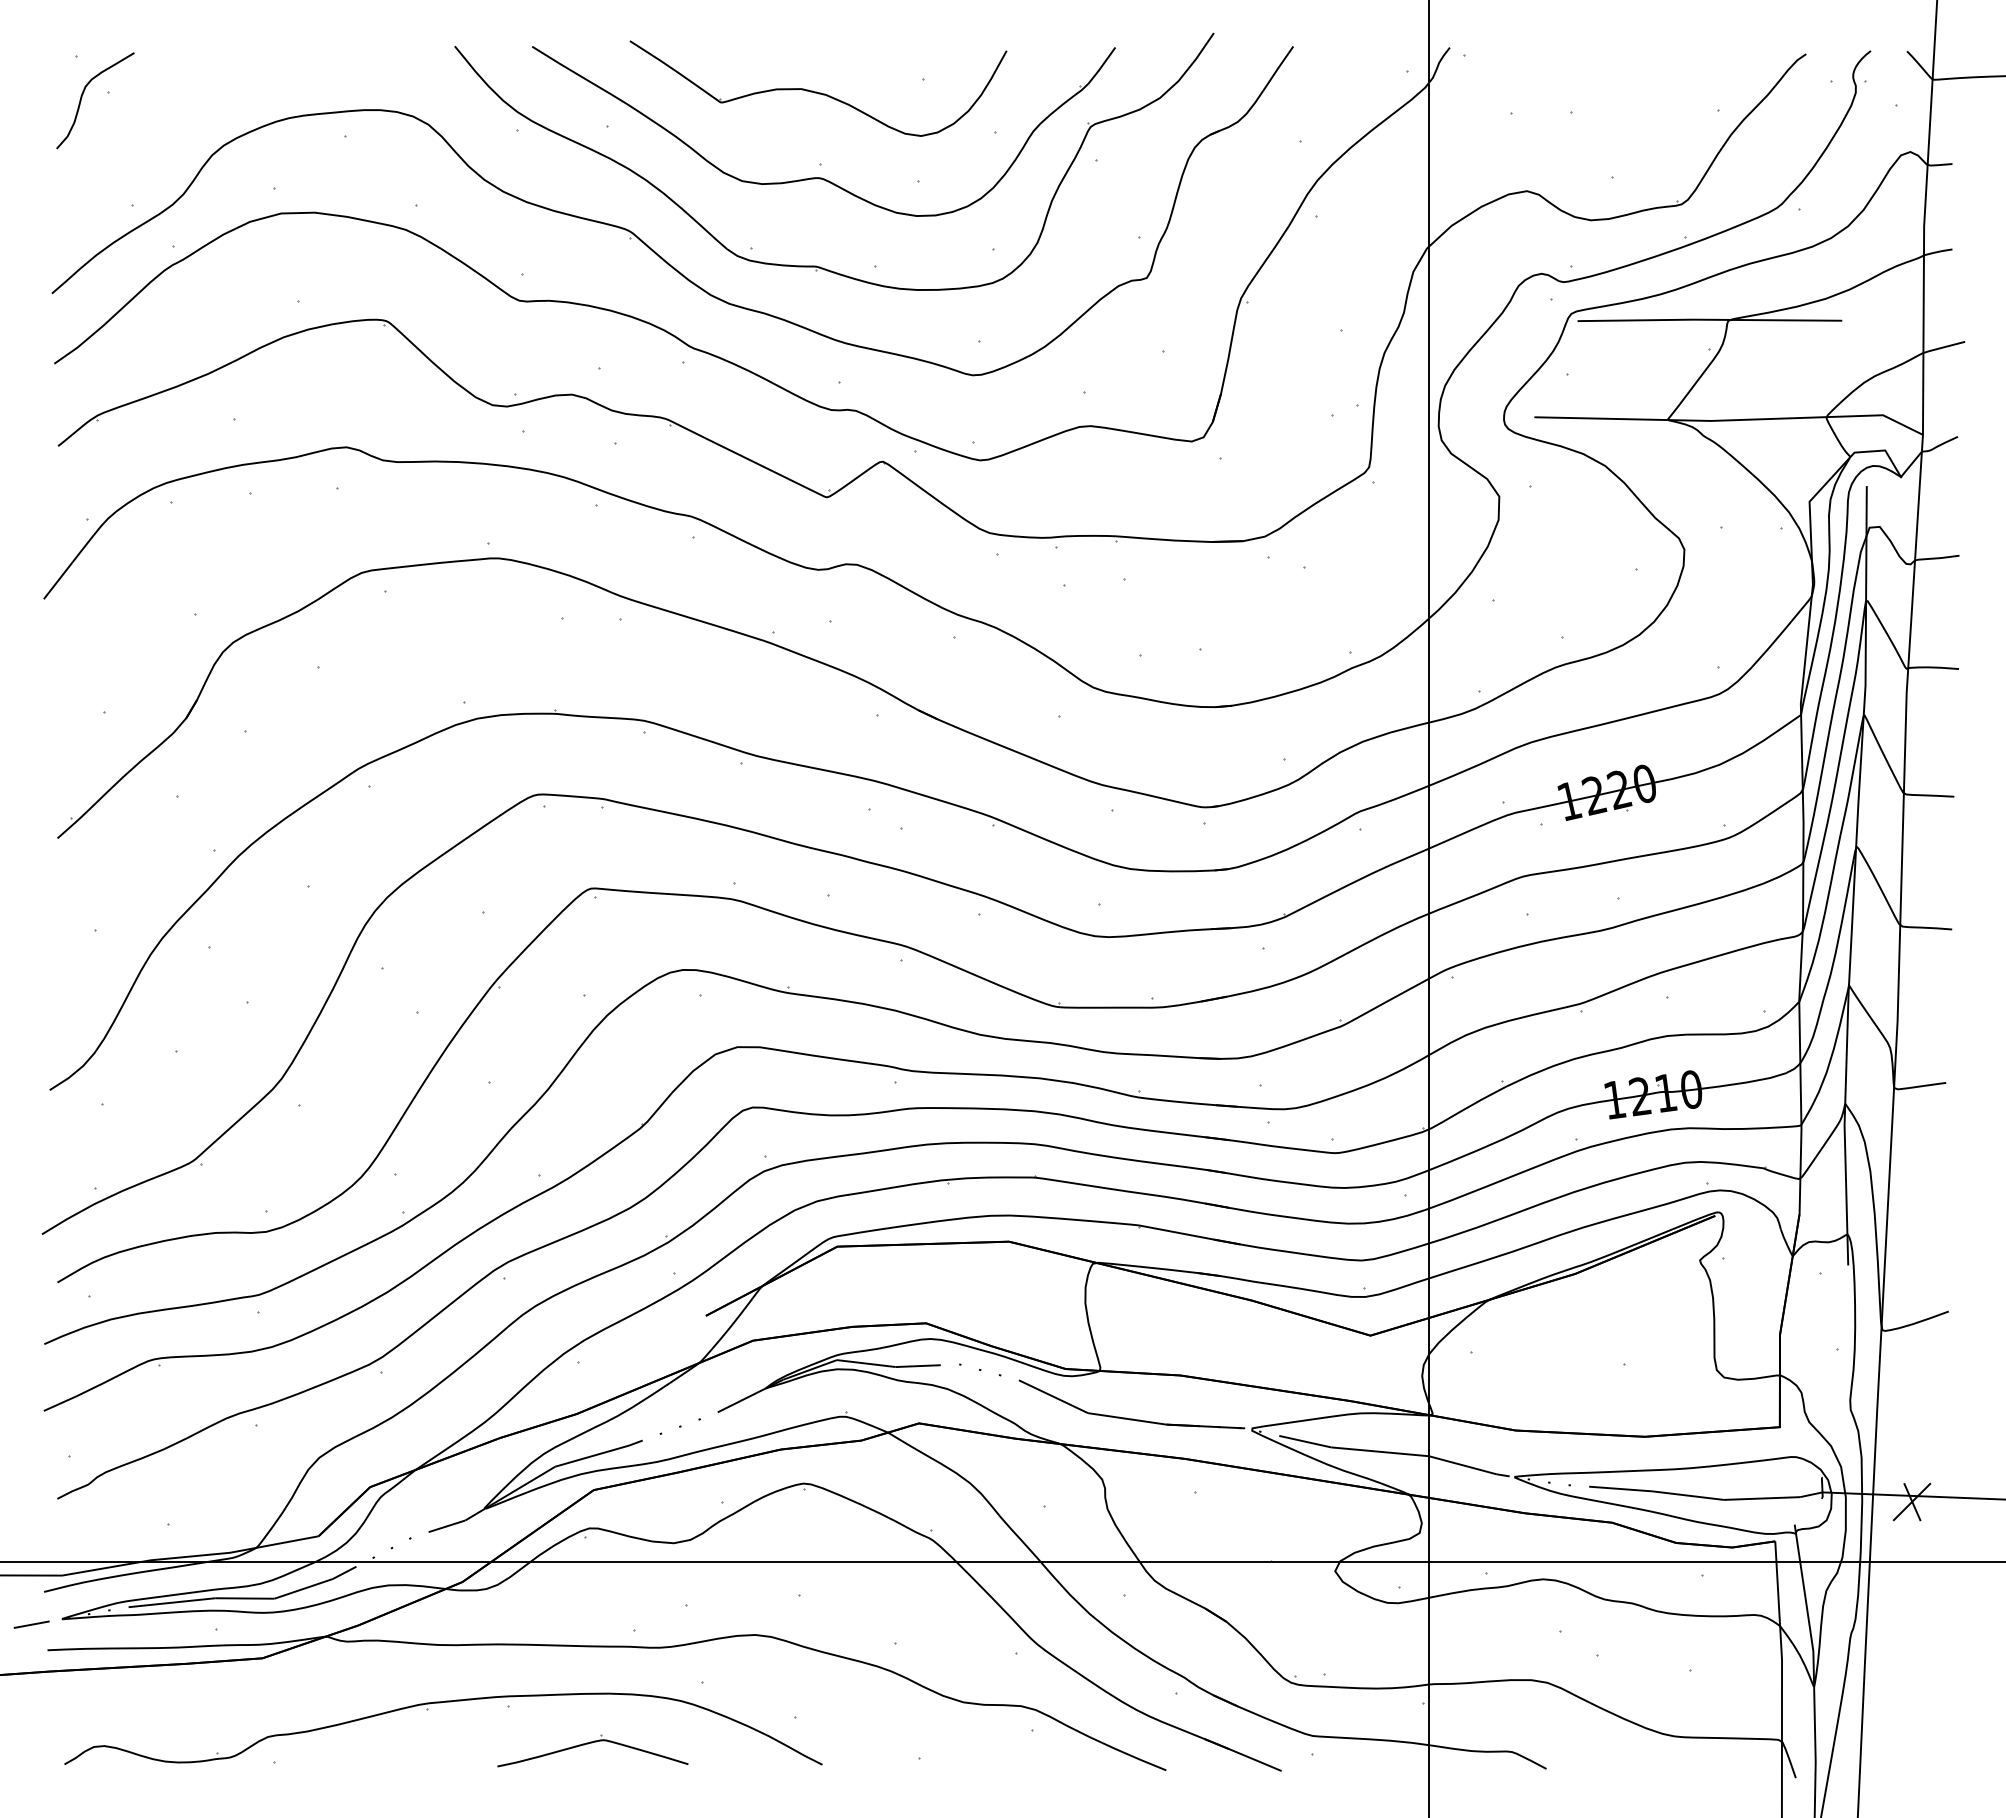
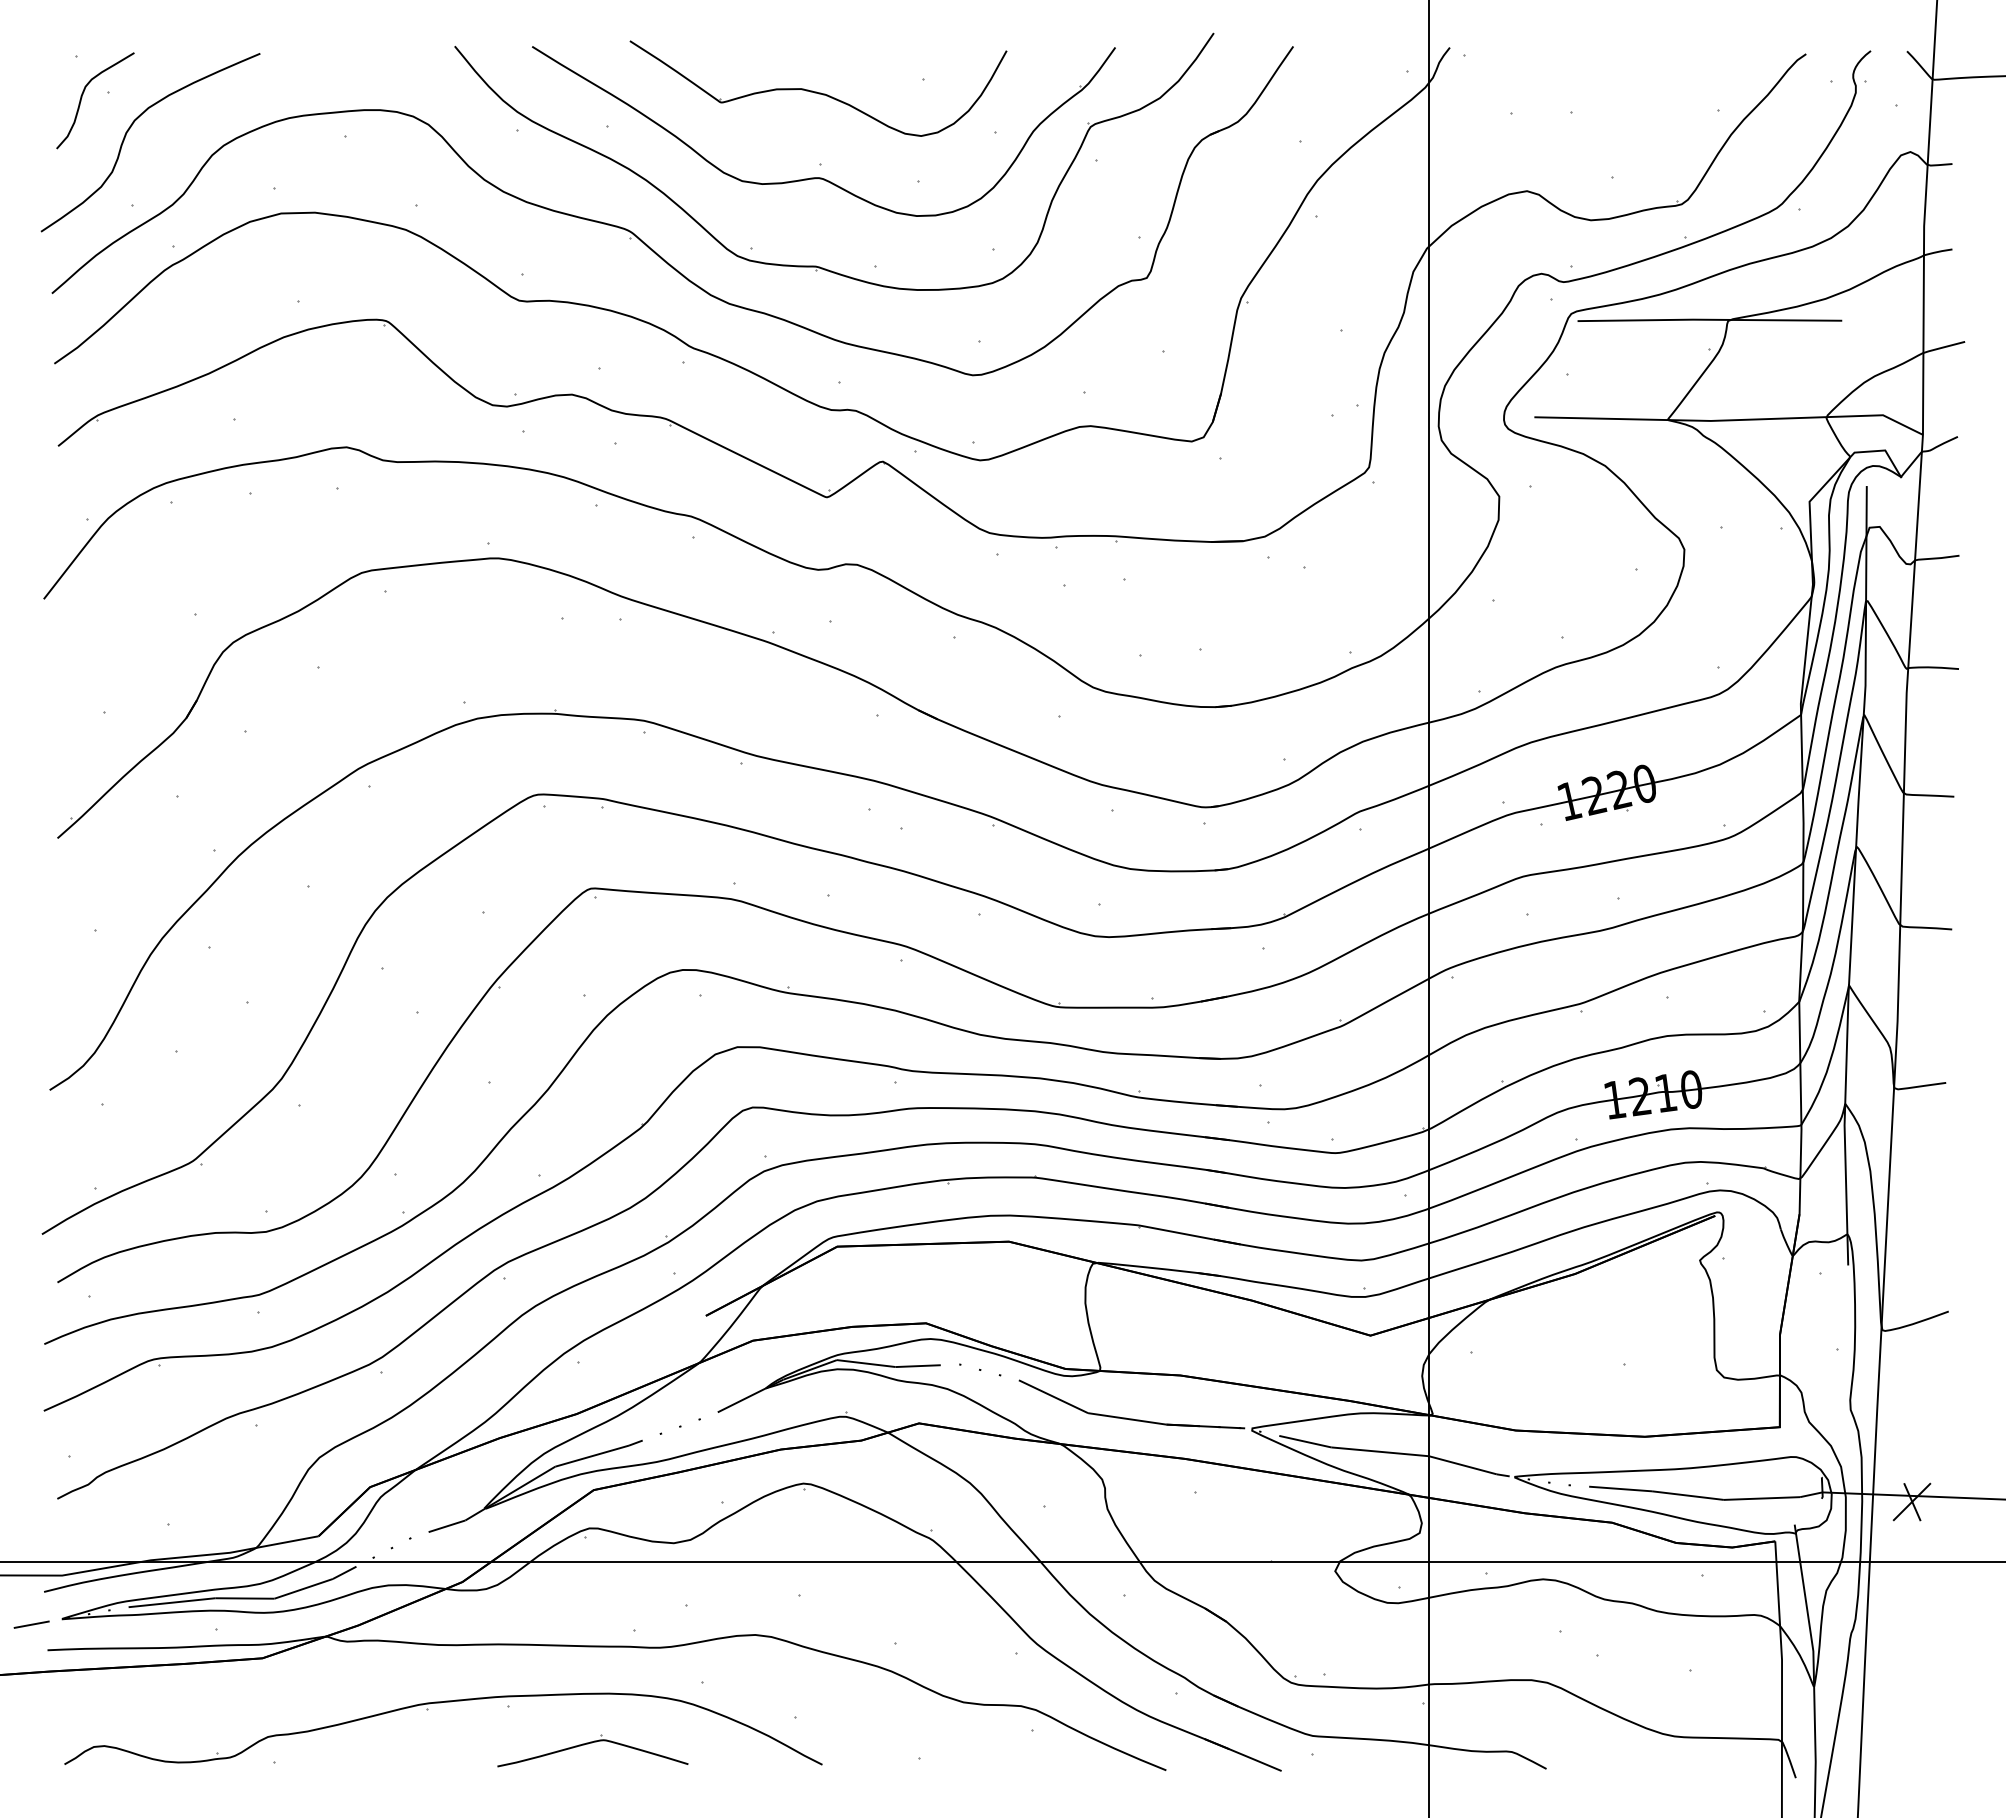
curve at (129, 130): none -> present
